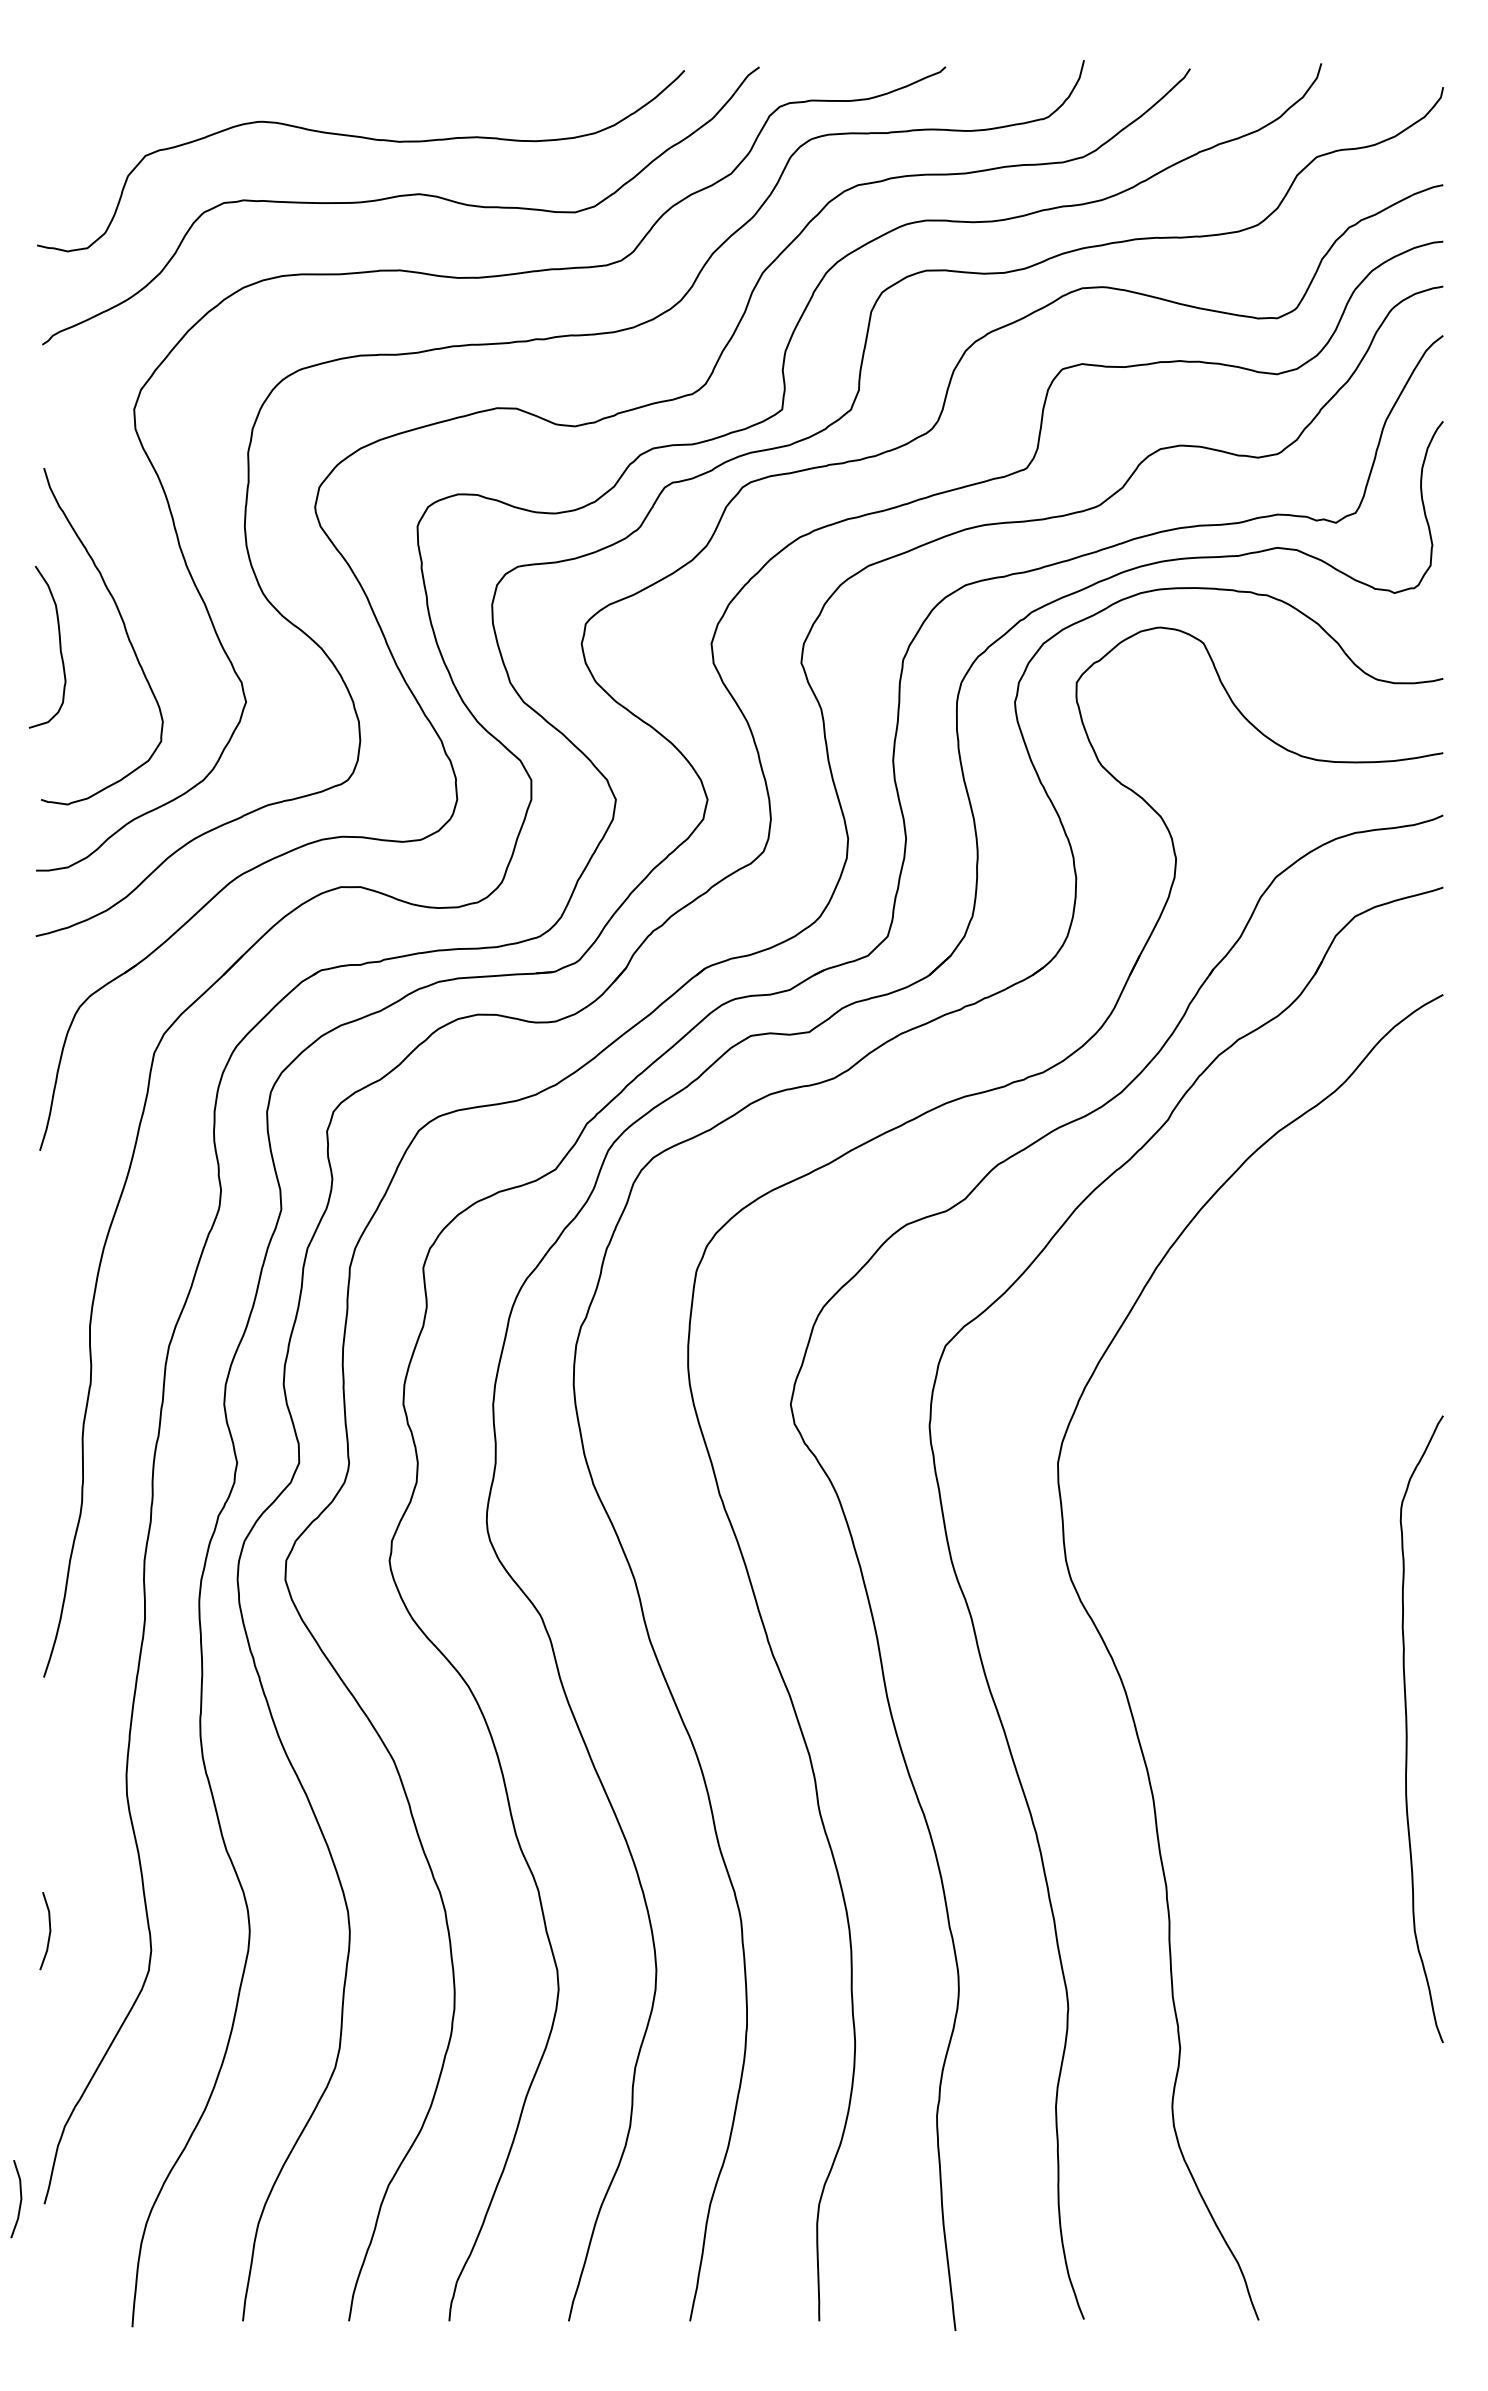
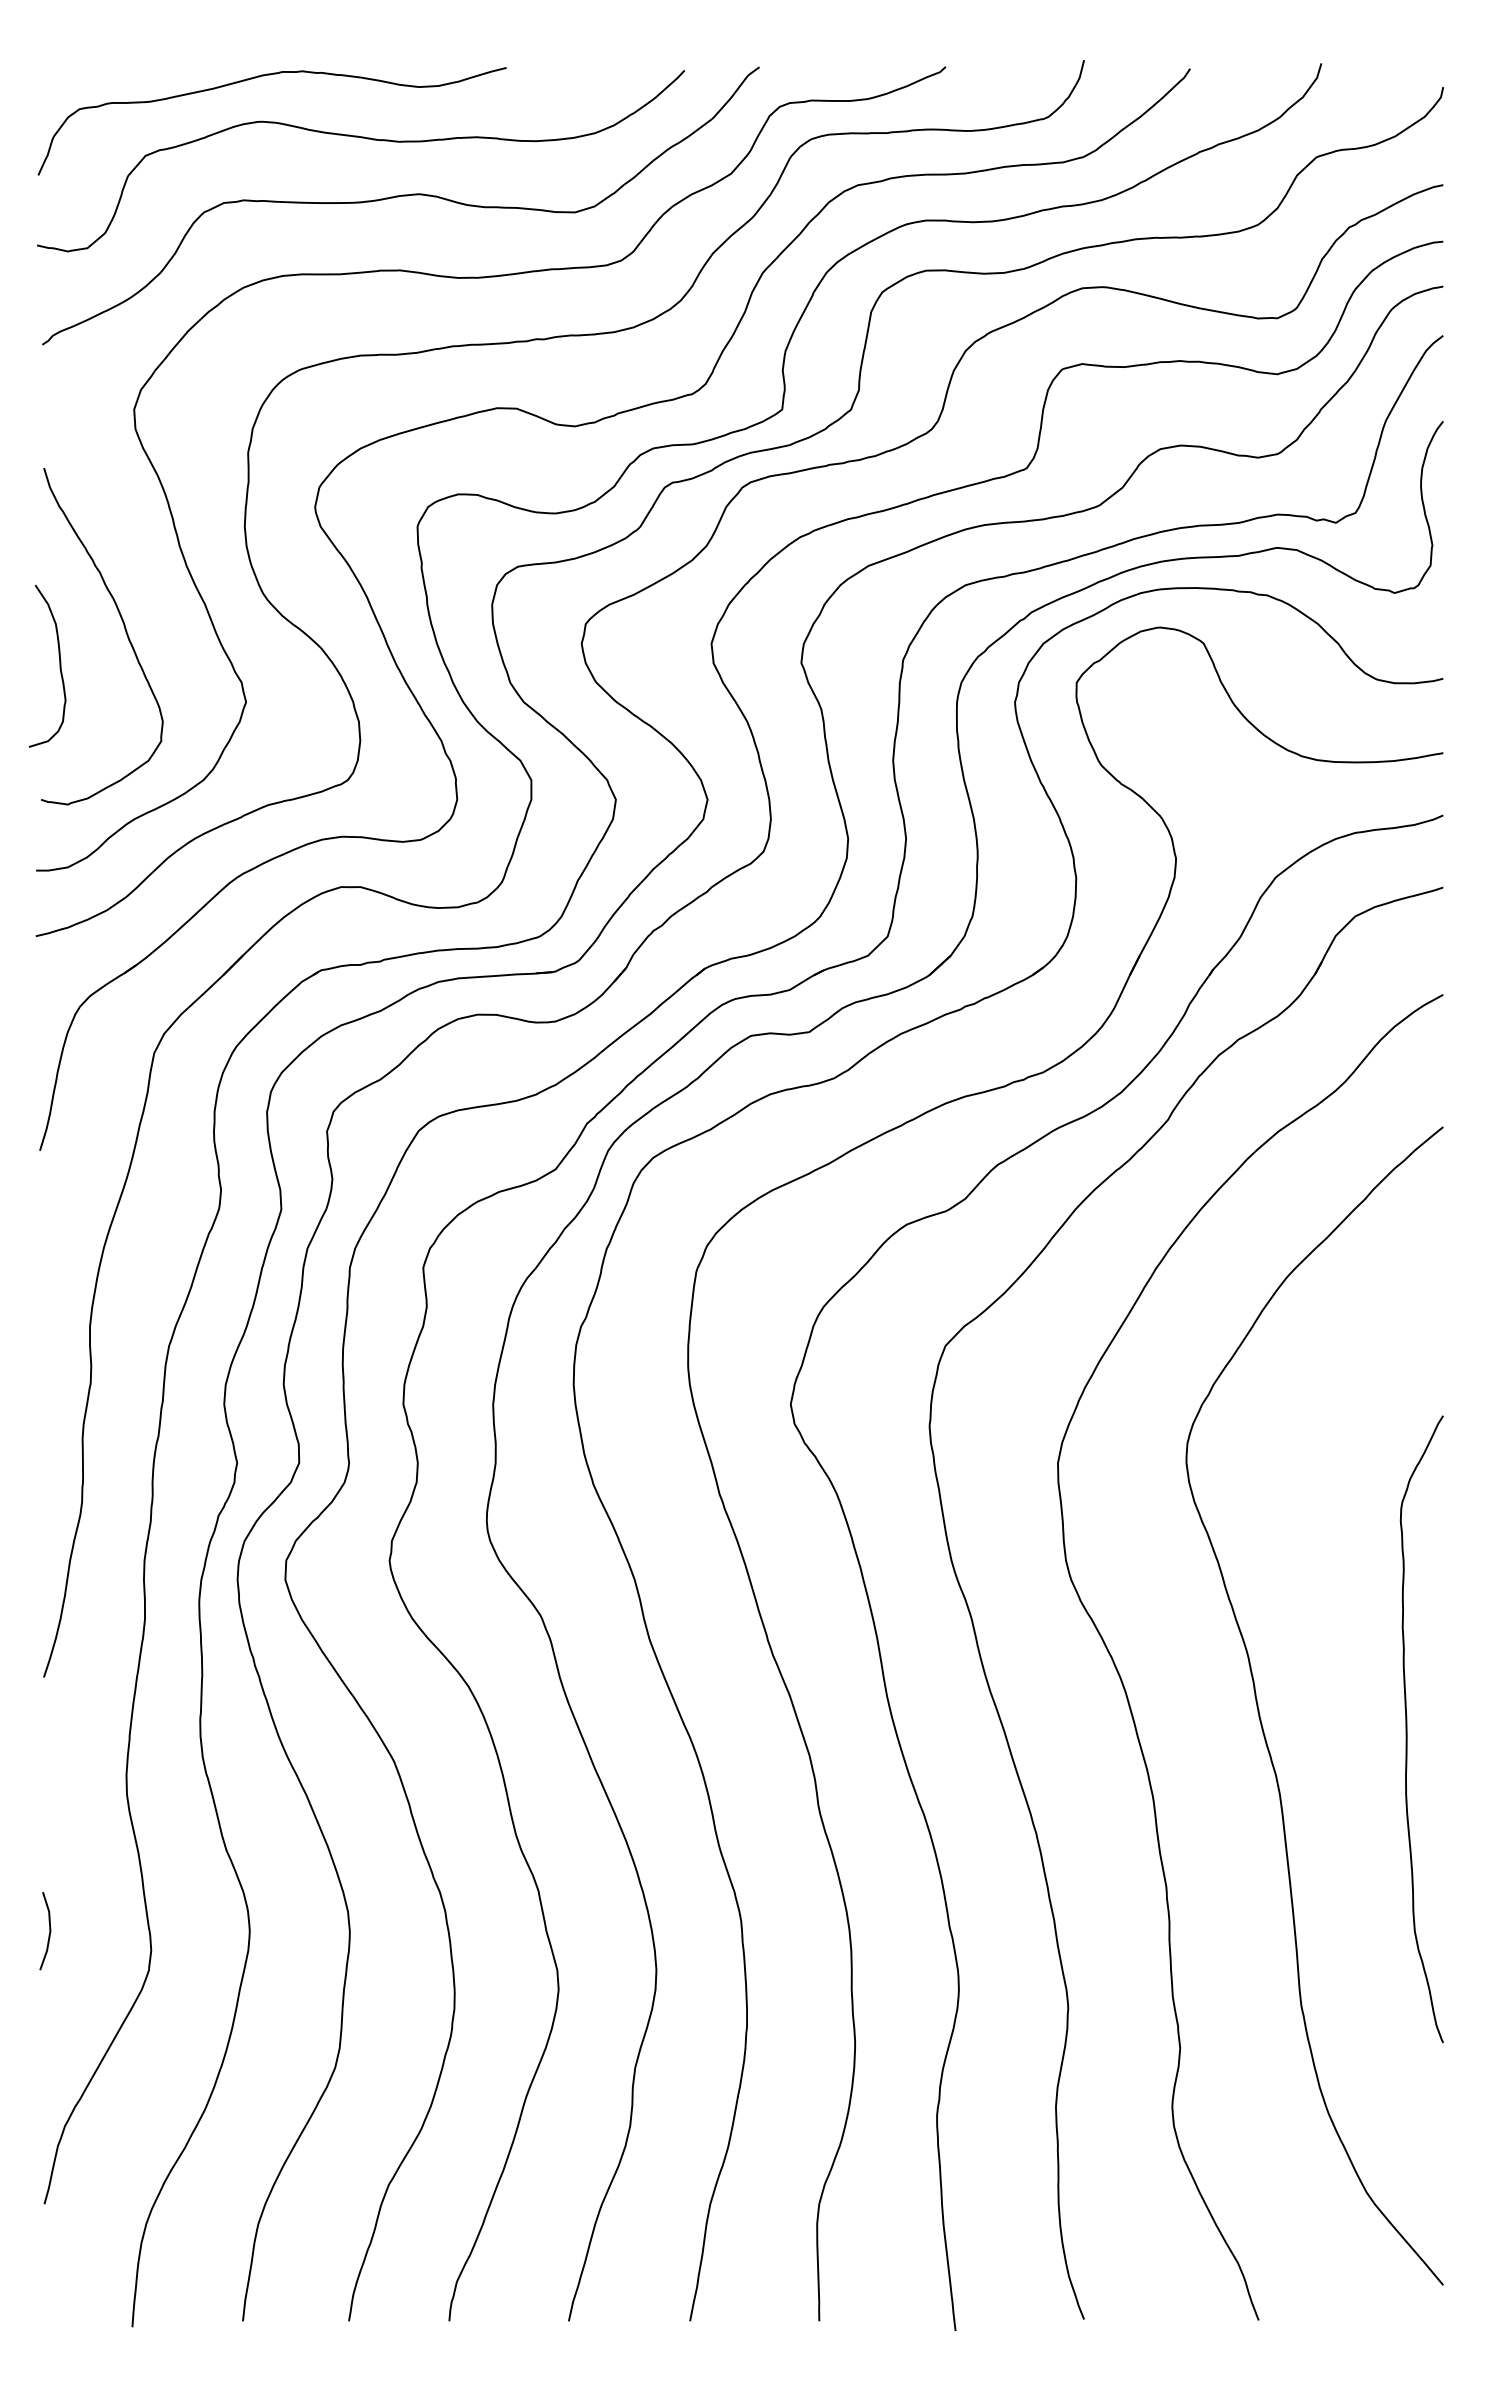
curve at (259, 77): none -> present
curve at (59, 646) position: (59, 646) -> (59, 665)
curve at (1260, 1714): none -> present
line at (20, 2199): present -> none
